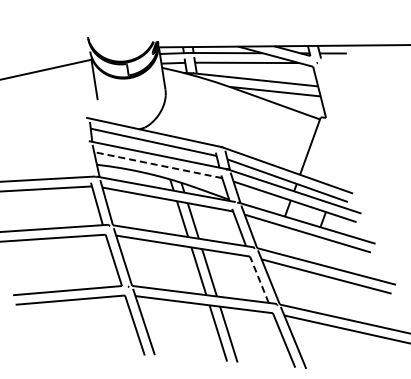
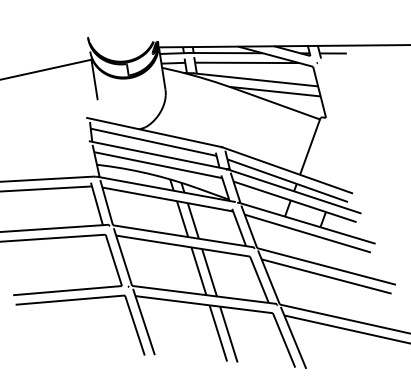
line at (157, 165): dashed -> solid
line at (259, 279): dashed -> solid
